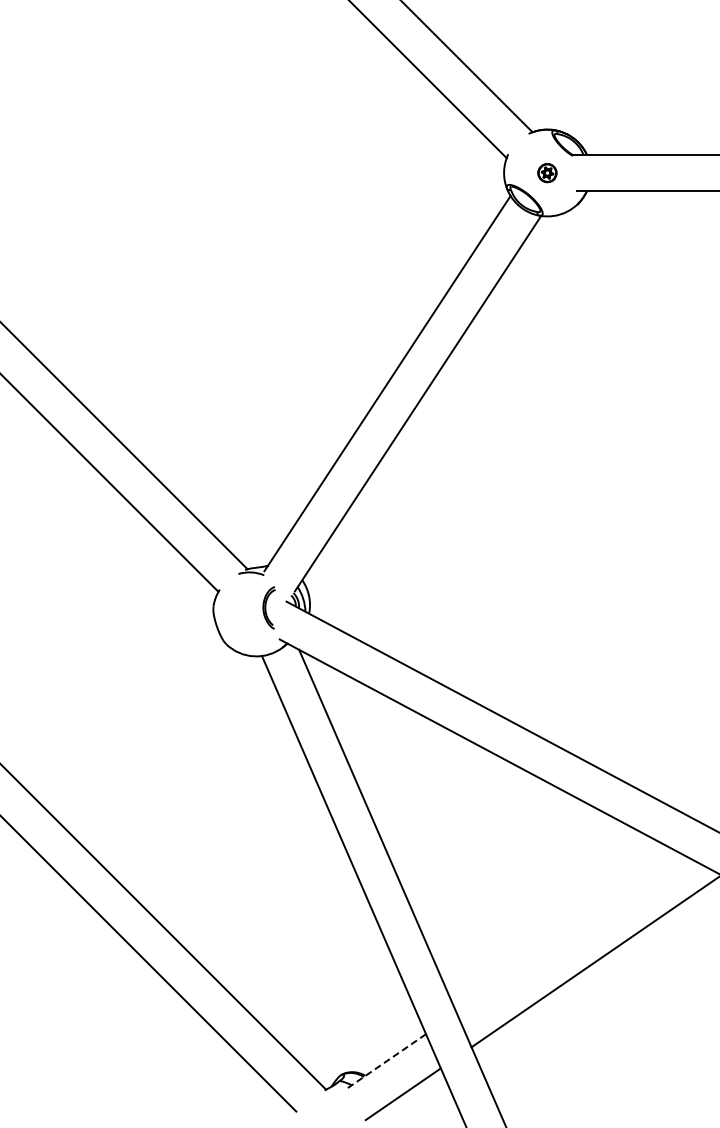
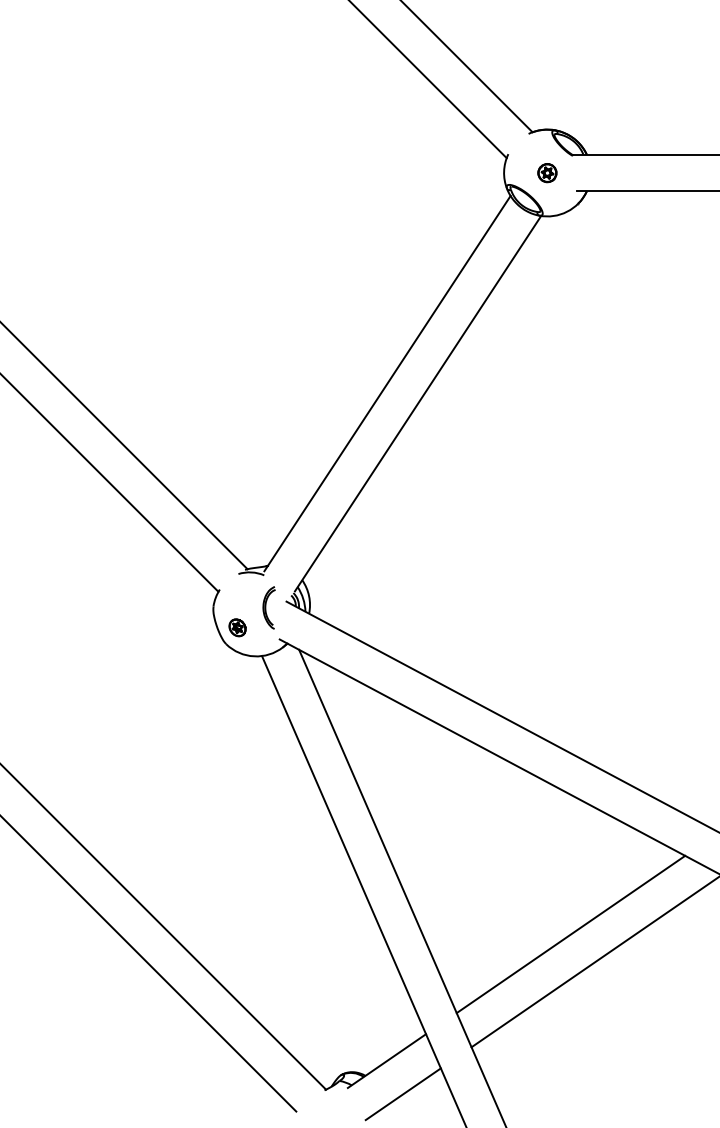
part at (237, 627): none -> present
line at (570, 934): none -> present
line at (386, 1061): dashed -> solid
